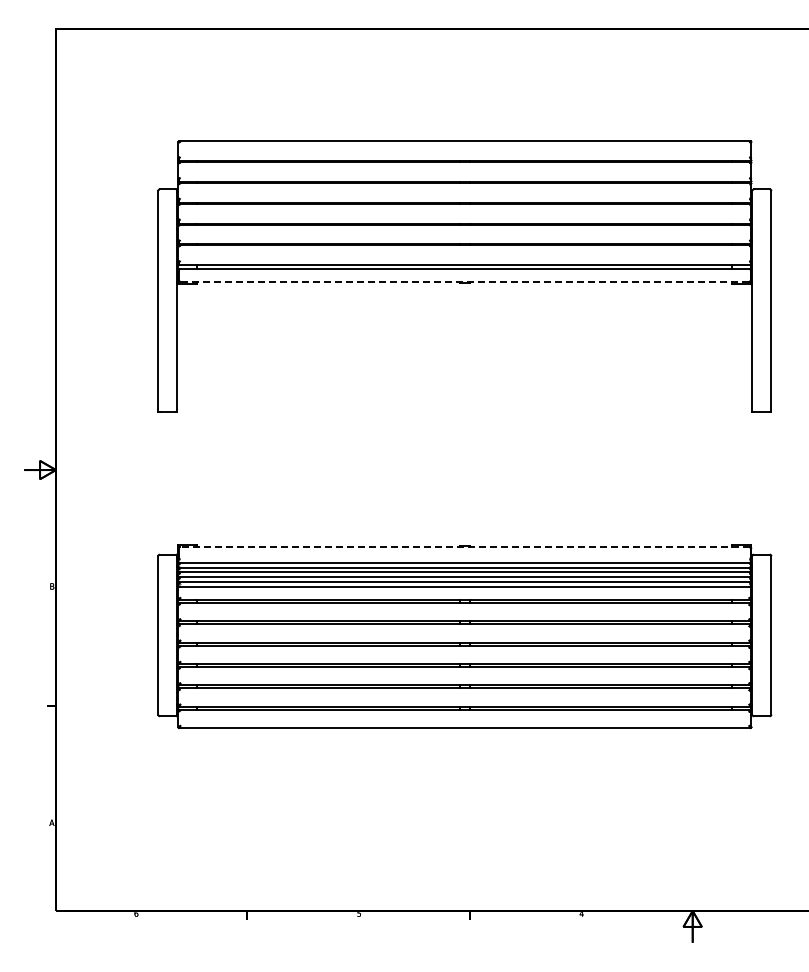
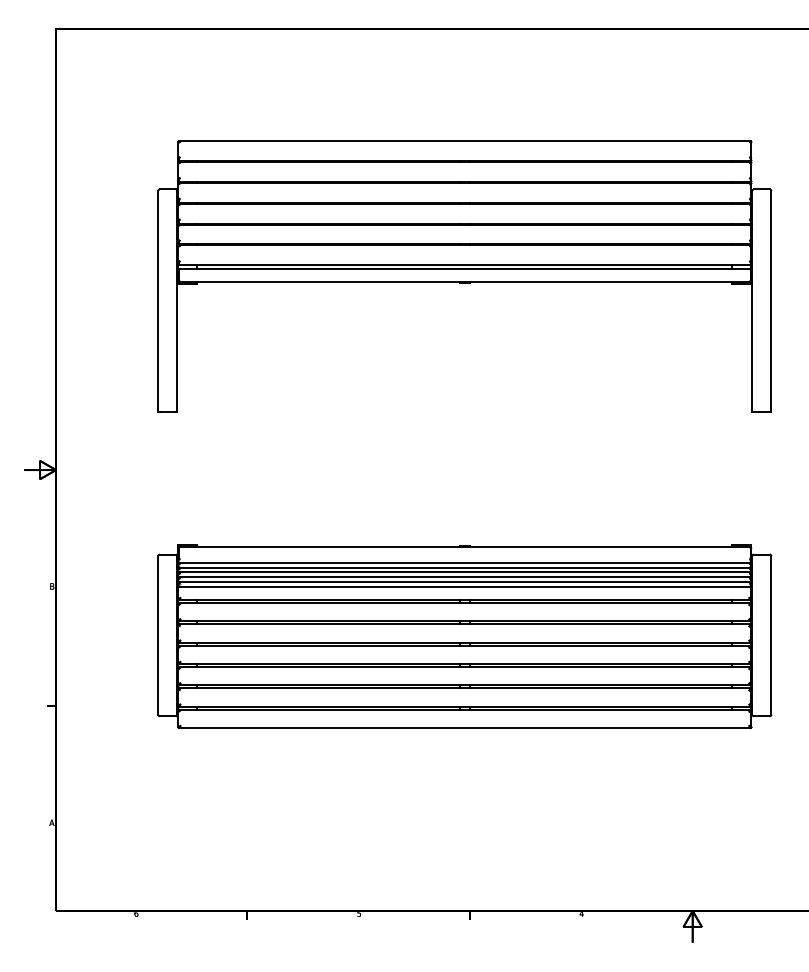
line at (464, 281): dashed -> solid
line at (464, 547): dashed -> solid
